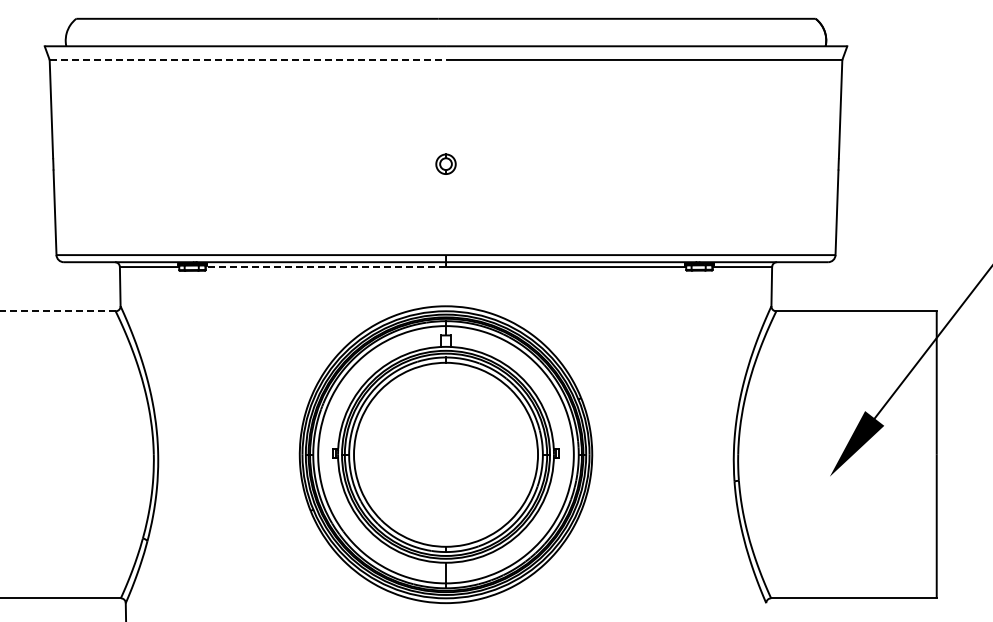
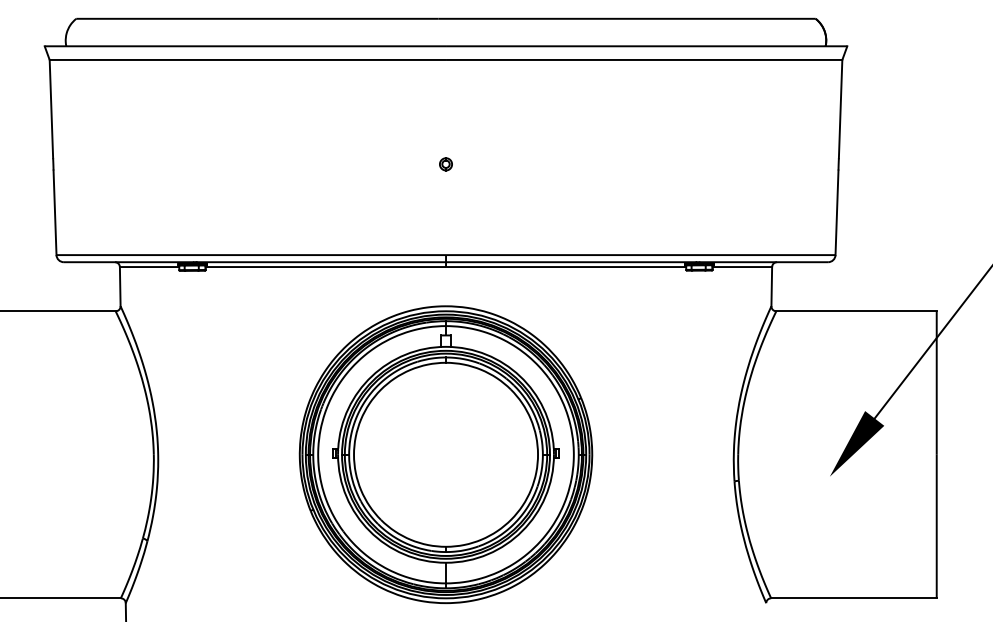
arc at (240, 59): dashed -> solid
part at (445, 163) size: 22x22 px -> 14x15 px
arc at (323, 267): dashed -> solid
line at (57, 311): dashed -> solid
